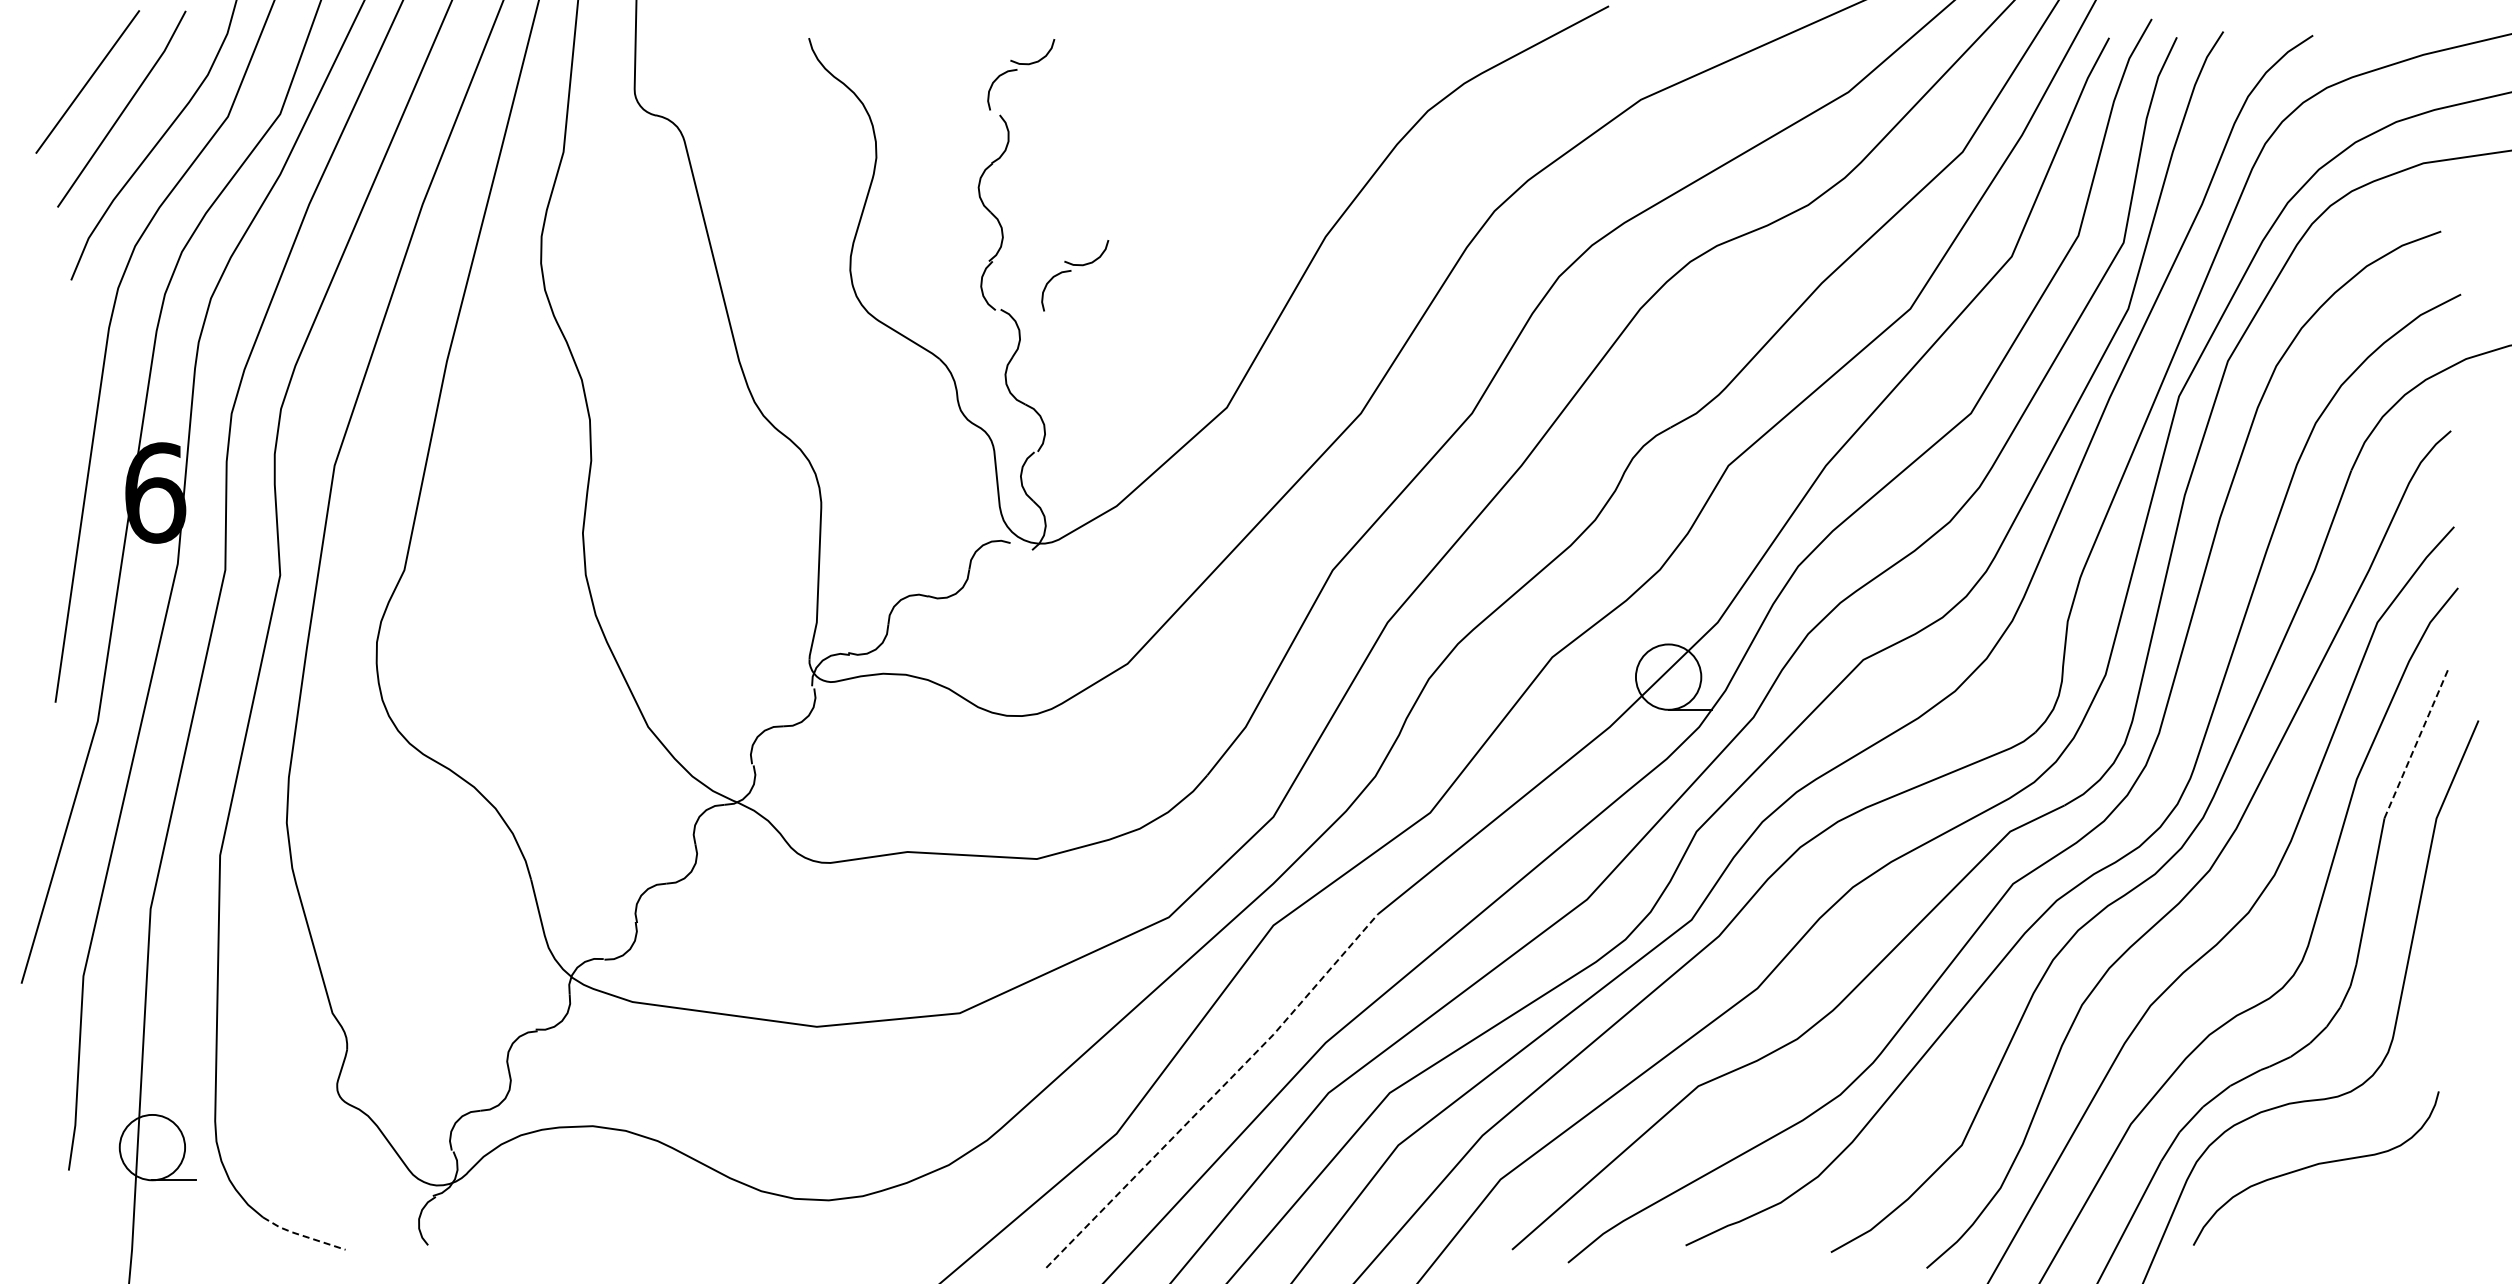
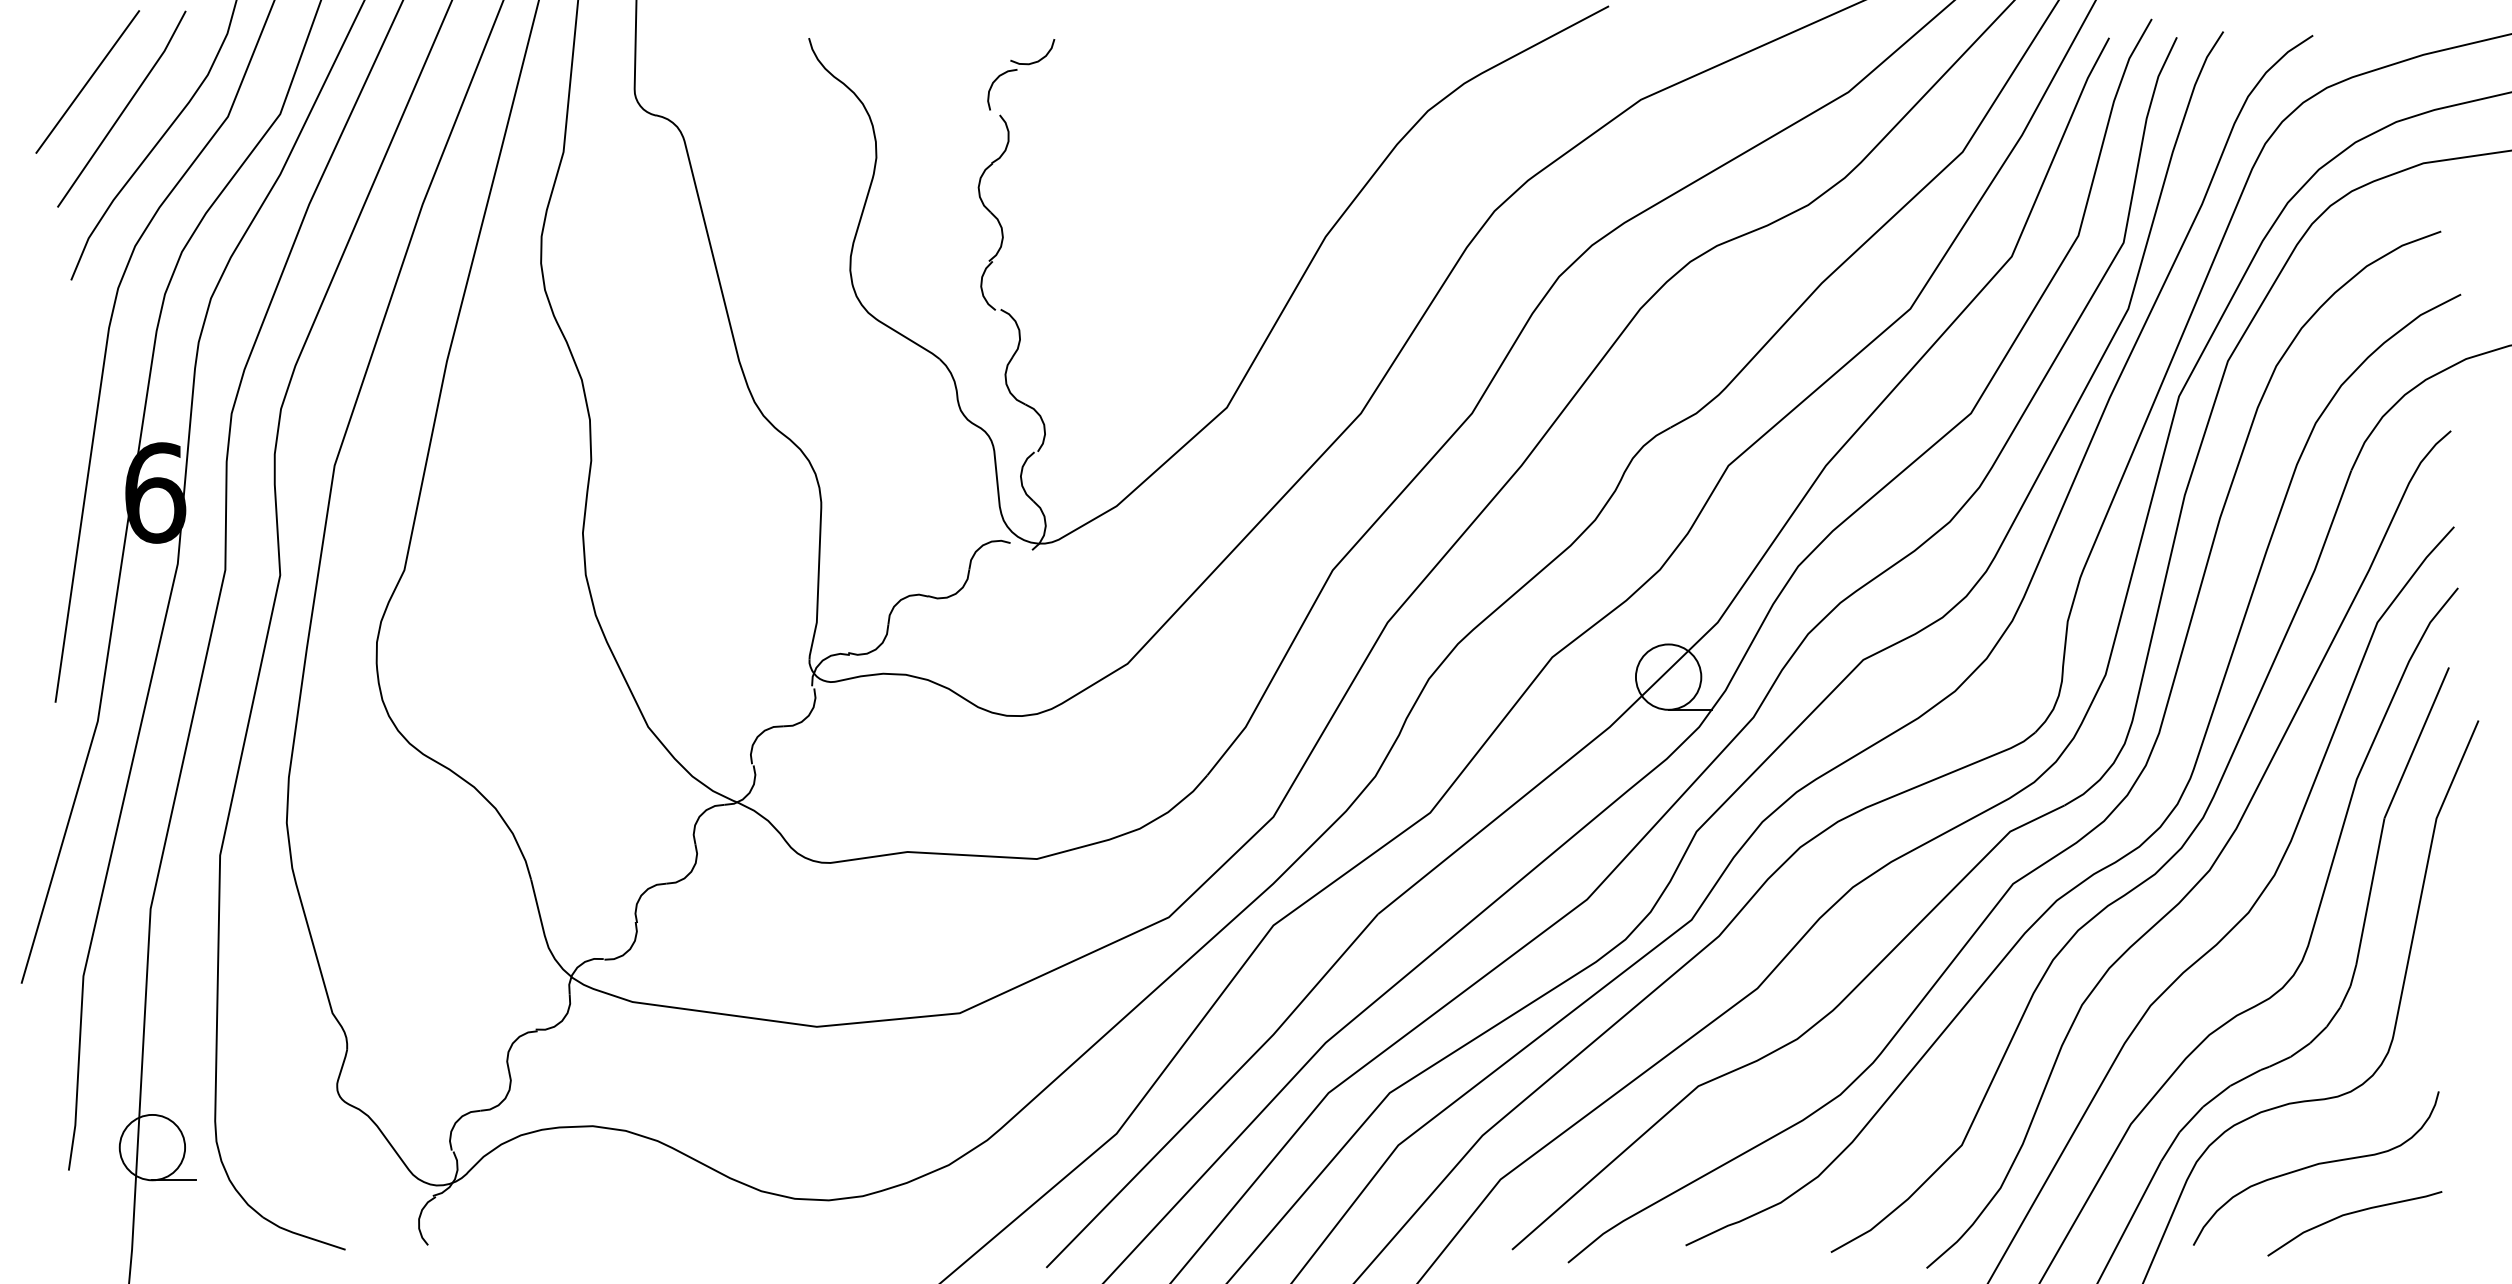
part at (1075, 275): present -> none
line at (2416, 742): dashed -> solid
line at (1216, 1093): dashed -> solid
curve at (2350, 1214): none -> present
line at (302, 1235): dashed -> solid
